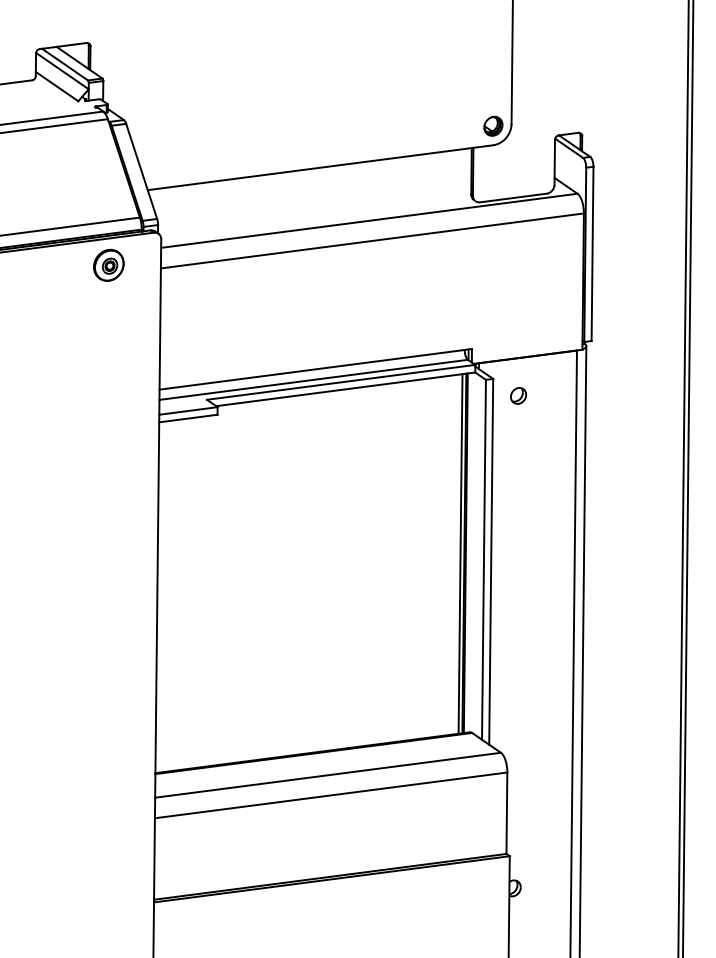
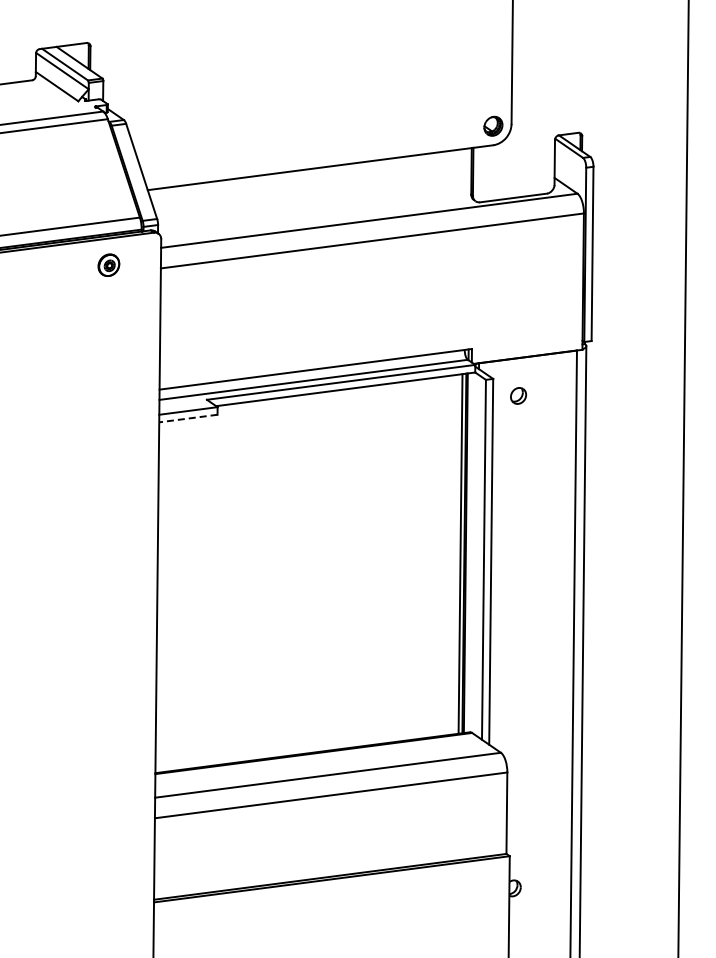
part at (108, 264) size: 32x34 px -> 24x24 px
line at (187, 418): solid -> dashed
line at (687, 478): present -> none
